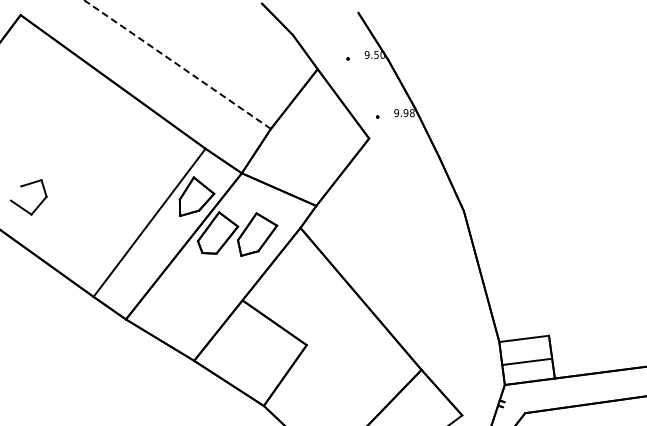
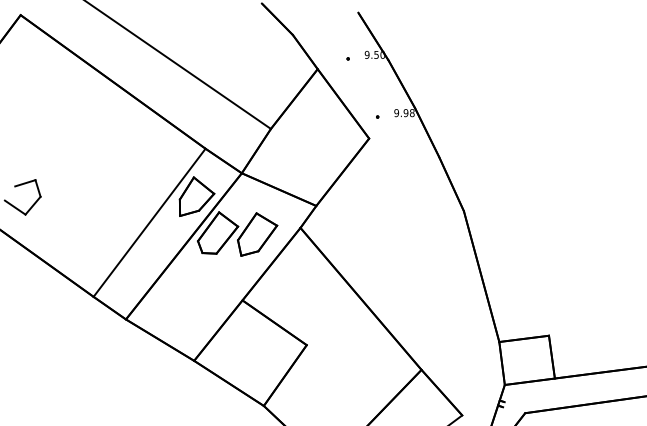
line at (177, 64): dashed -> solid
part at (21, 206) position: (21, 206) -> (15, 206)
line at (526, 361) position: (526, 361) -> (523, 338)
